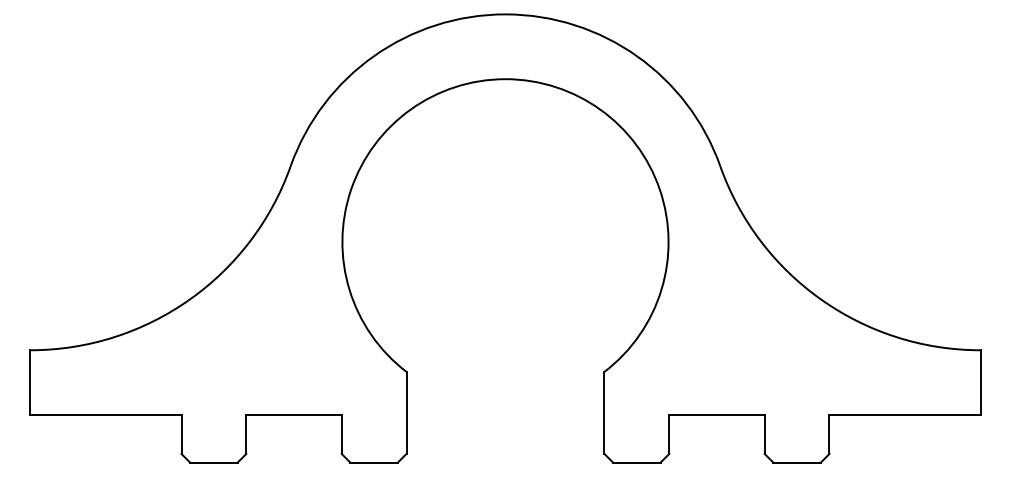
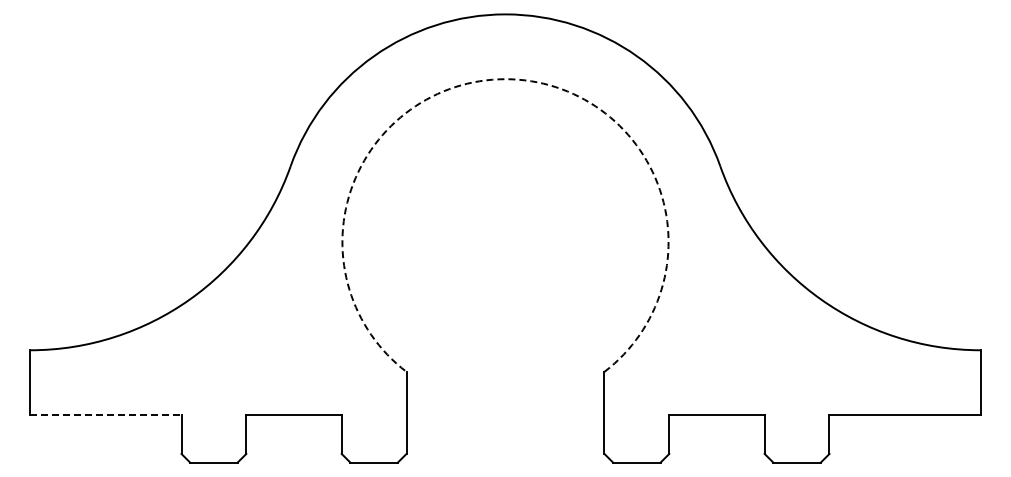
arc at (505, 79): solid -> dashed
line at (105, 415): solid -> dashed
